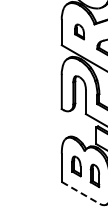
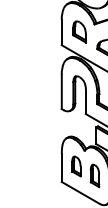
part at (79, 31) size: 11x18 px -> 15x24 px
line at (80, 192): dashed -> solid
